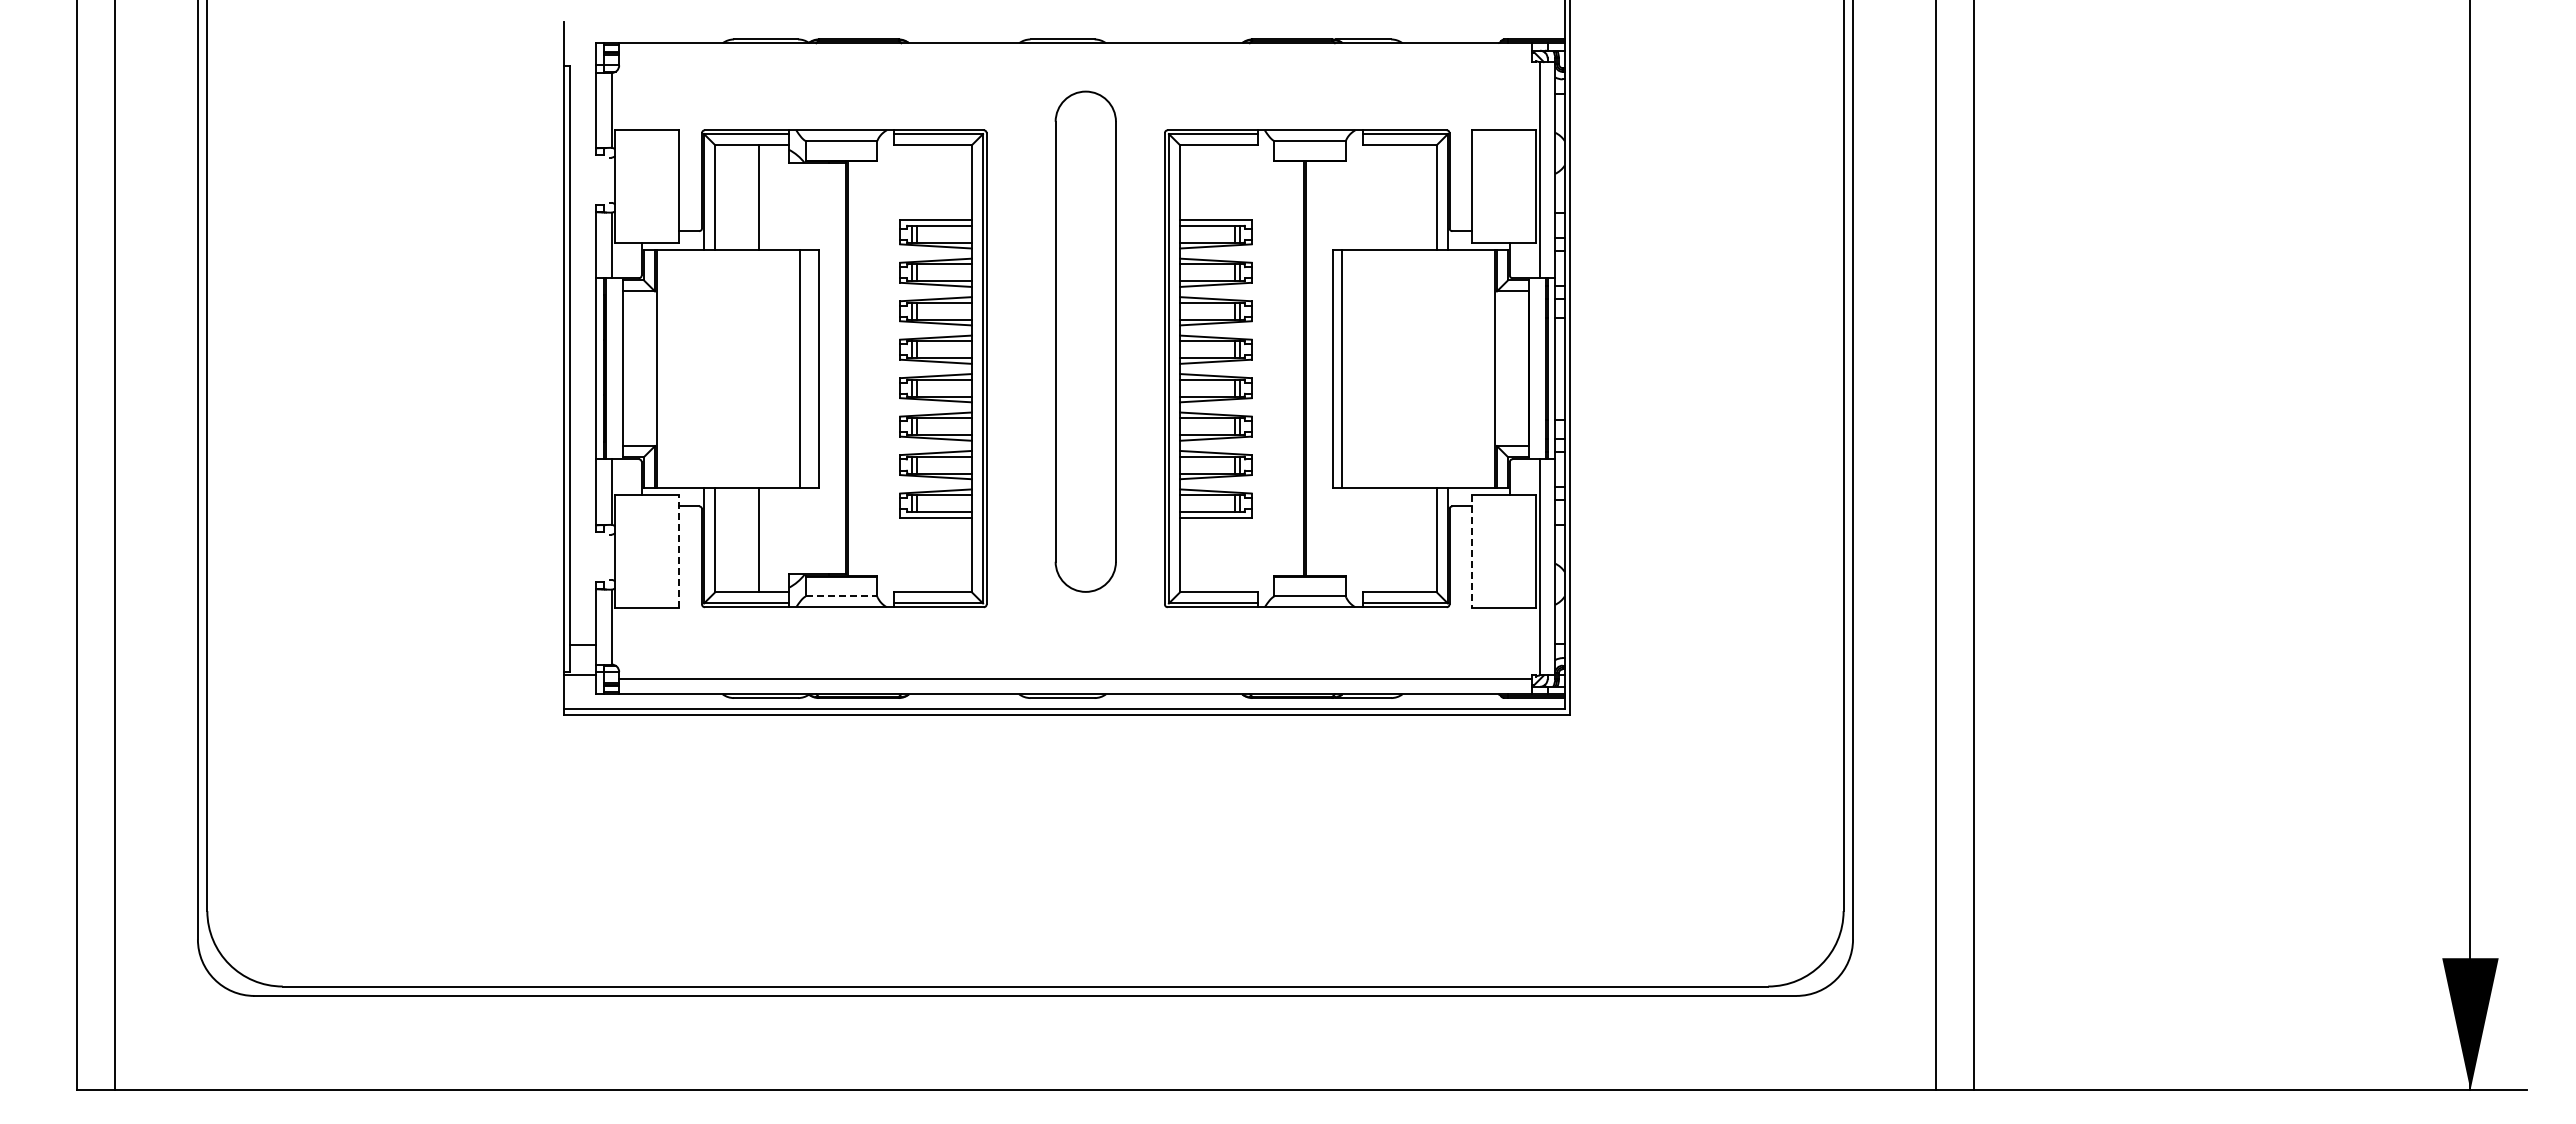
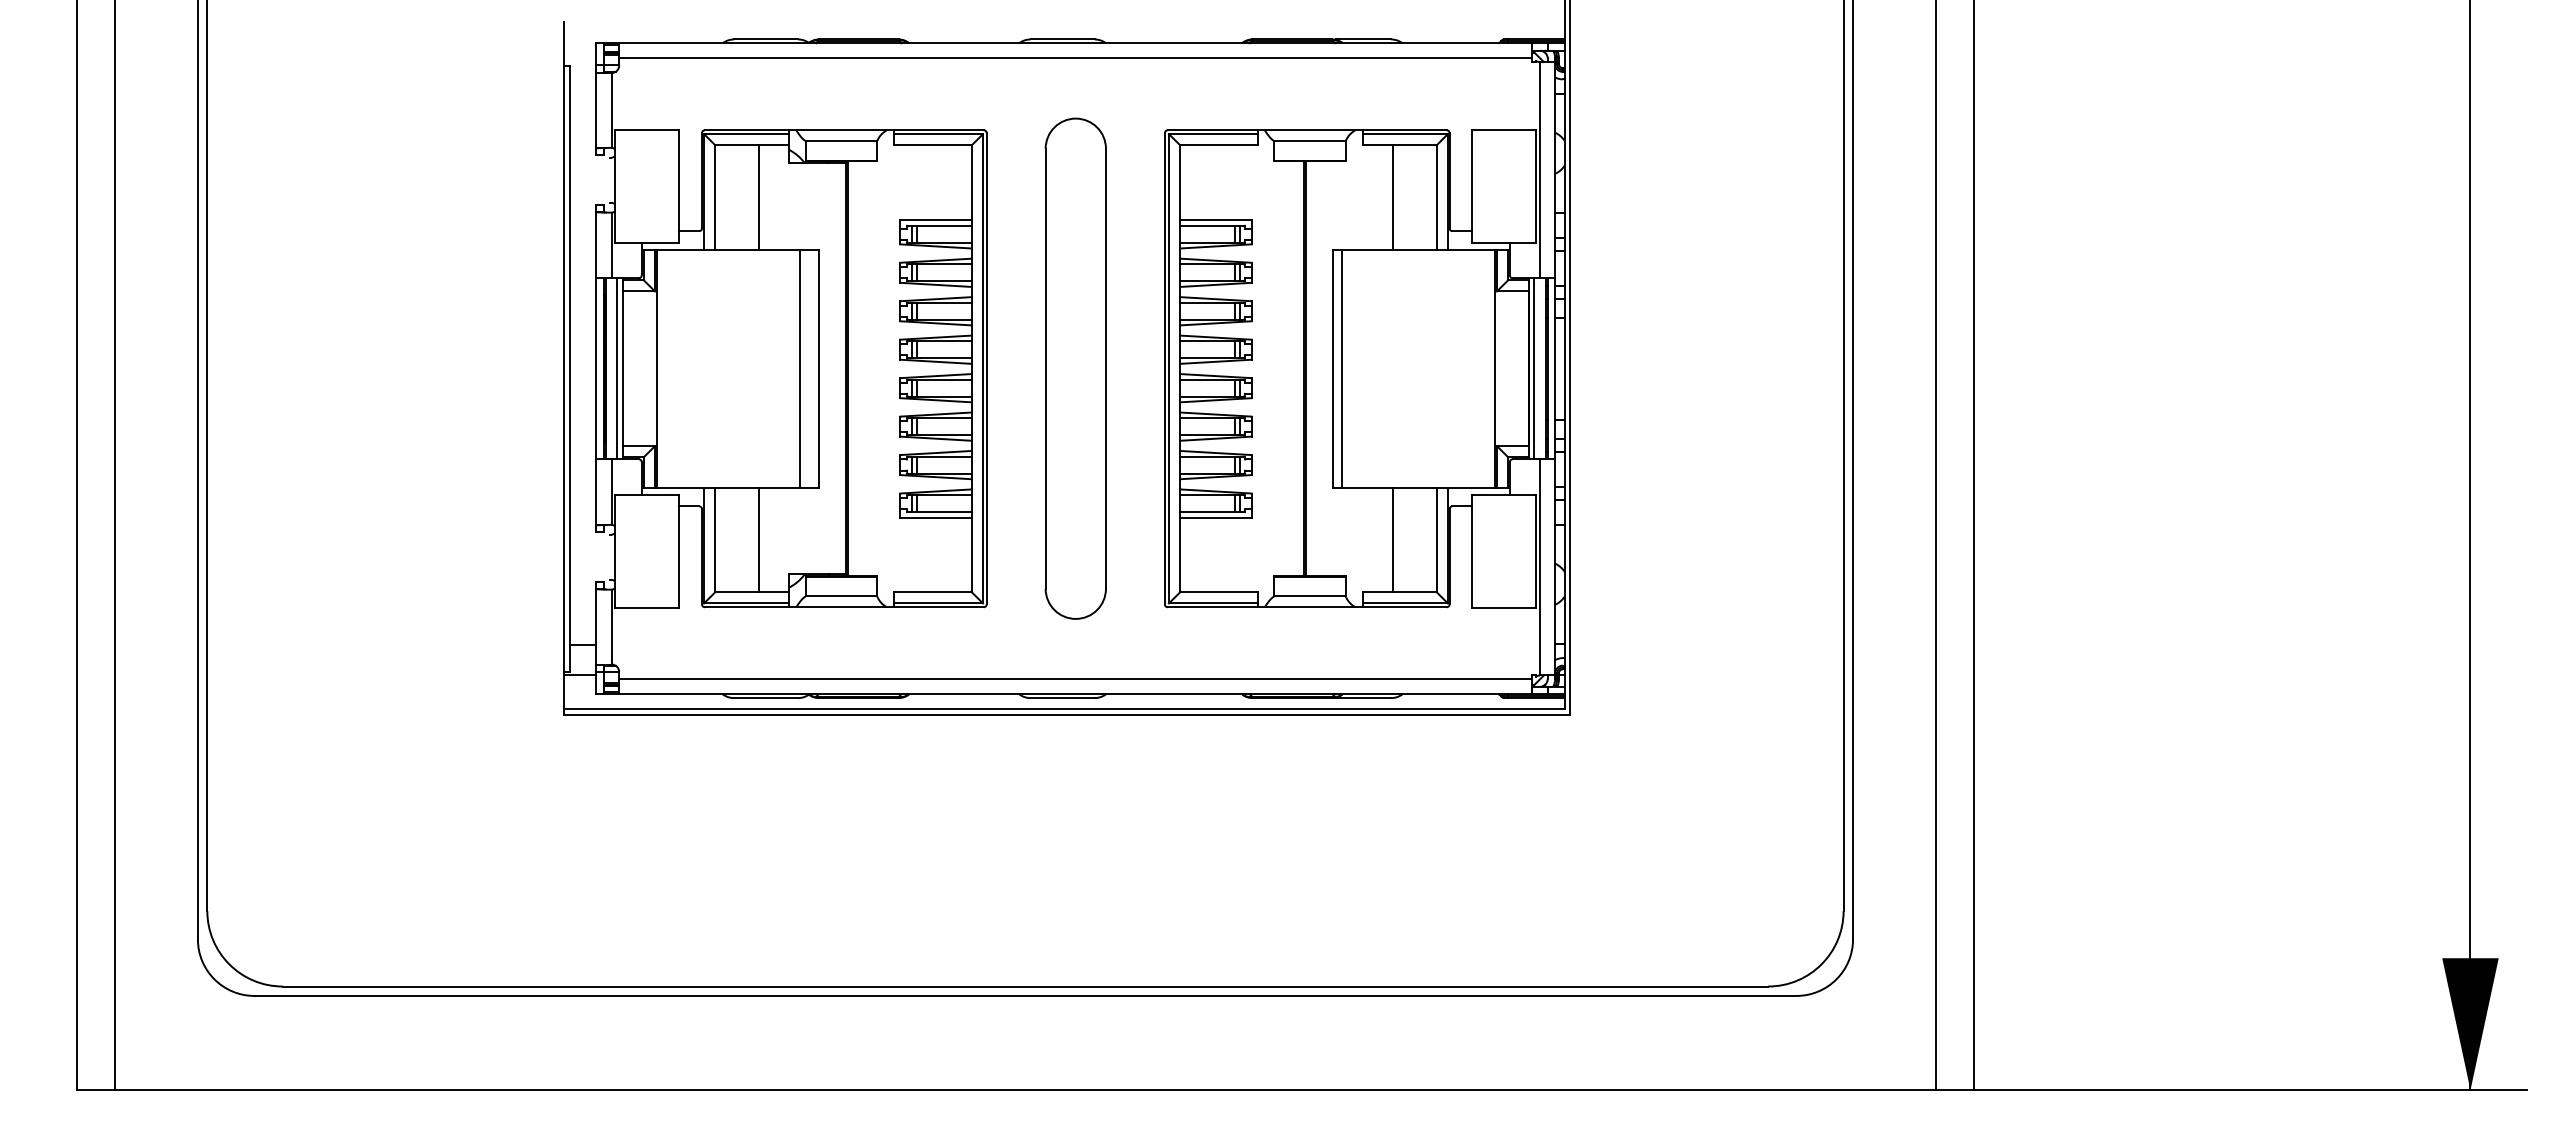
line at (1075, 58): none -> present
line at (1393, 197): none -> present
part at (1085, 341) position: (1085, 341) -> (1075, 368)
line at (617, 368): none -> present
line at (1534, 368): none -> present
line at (1393, 539): none -> present
line at (679, 551): dashed -> solid
line at (1472, 551): dashed -> solid
line at (841, 596): dashed -> solid
